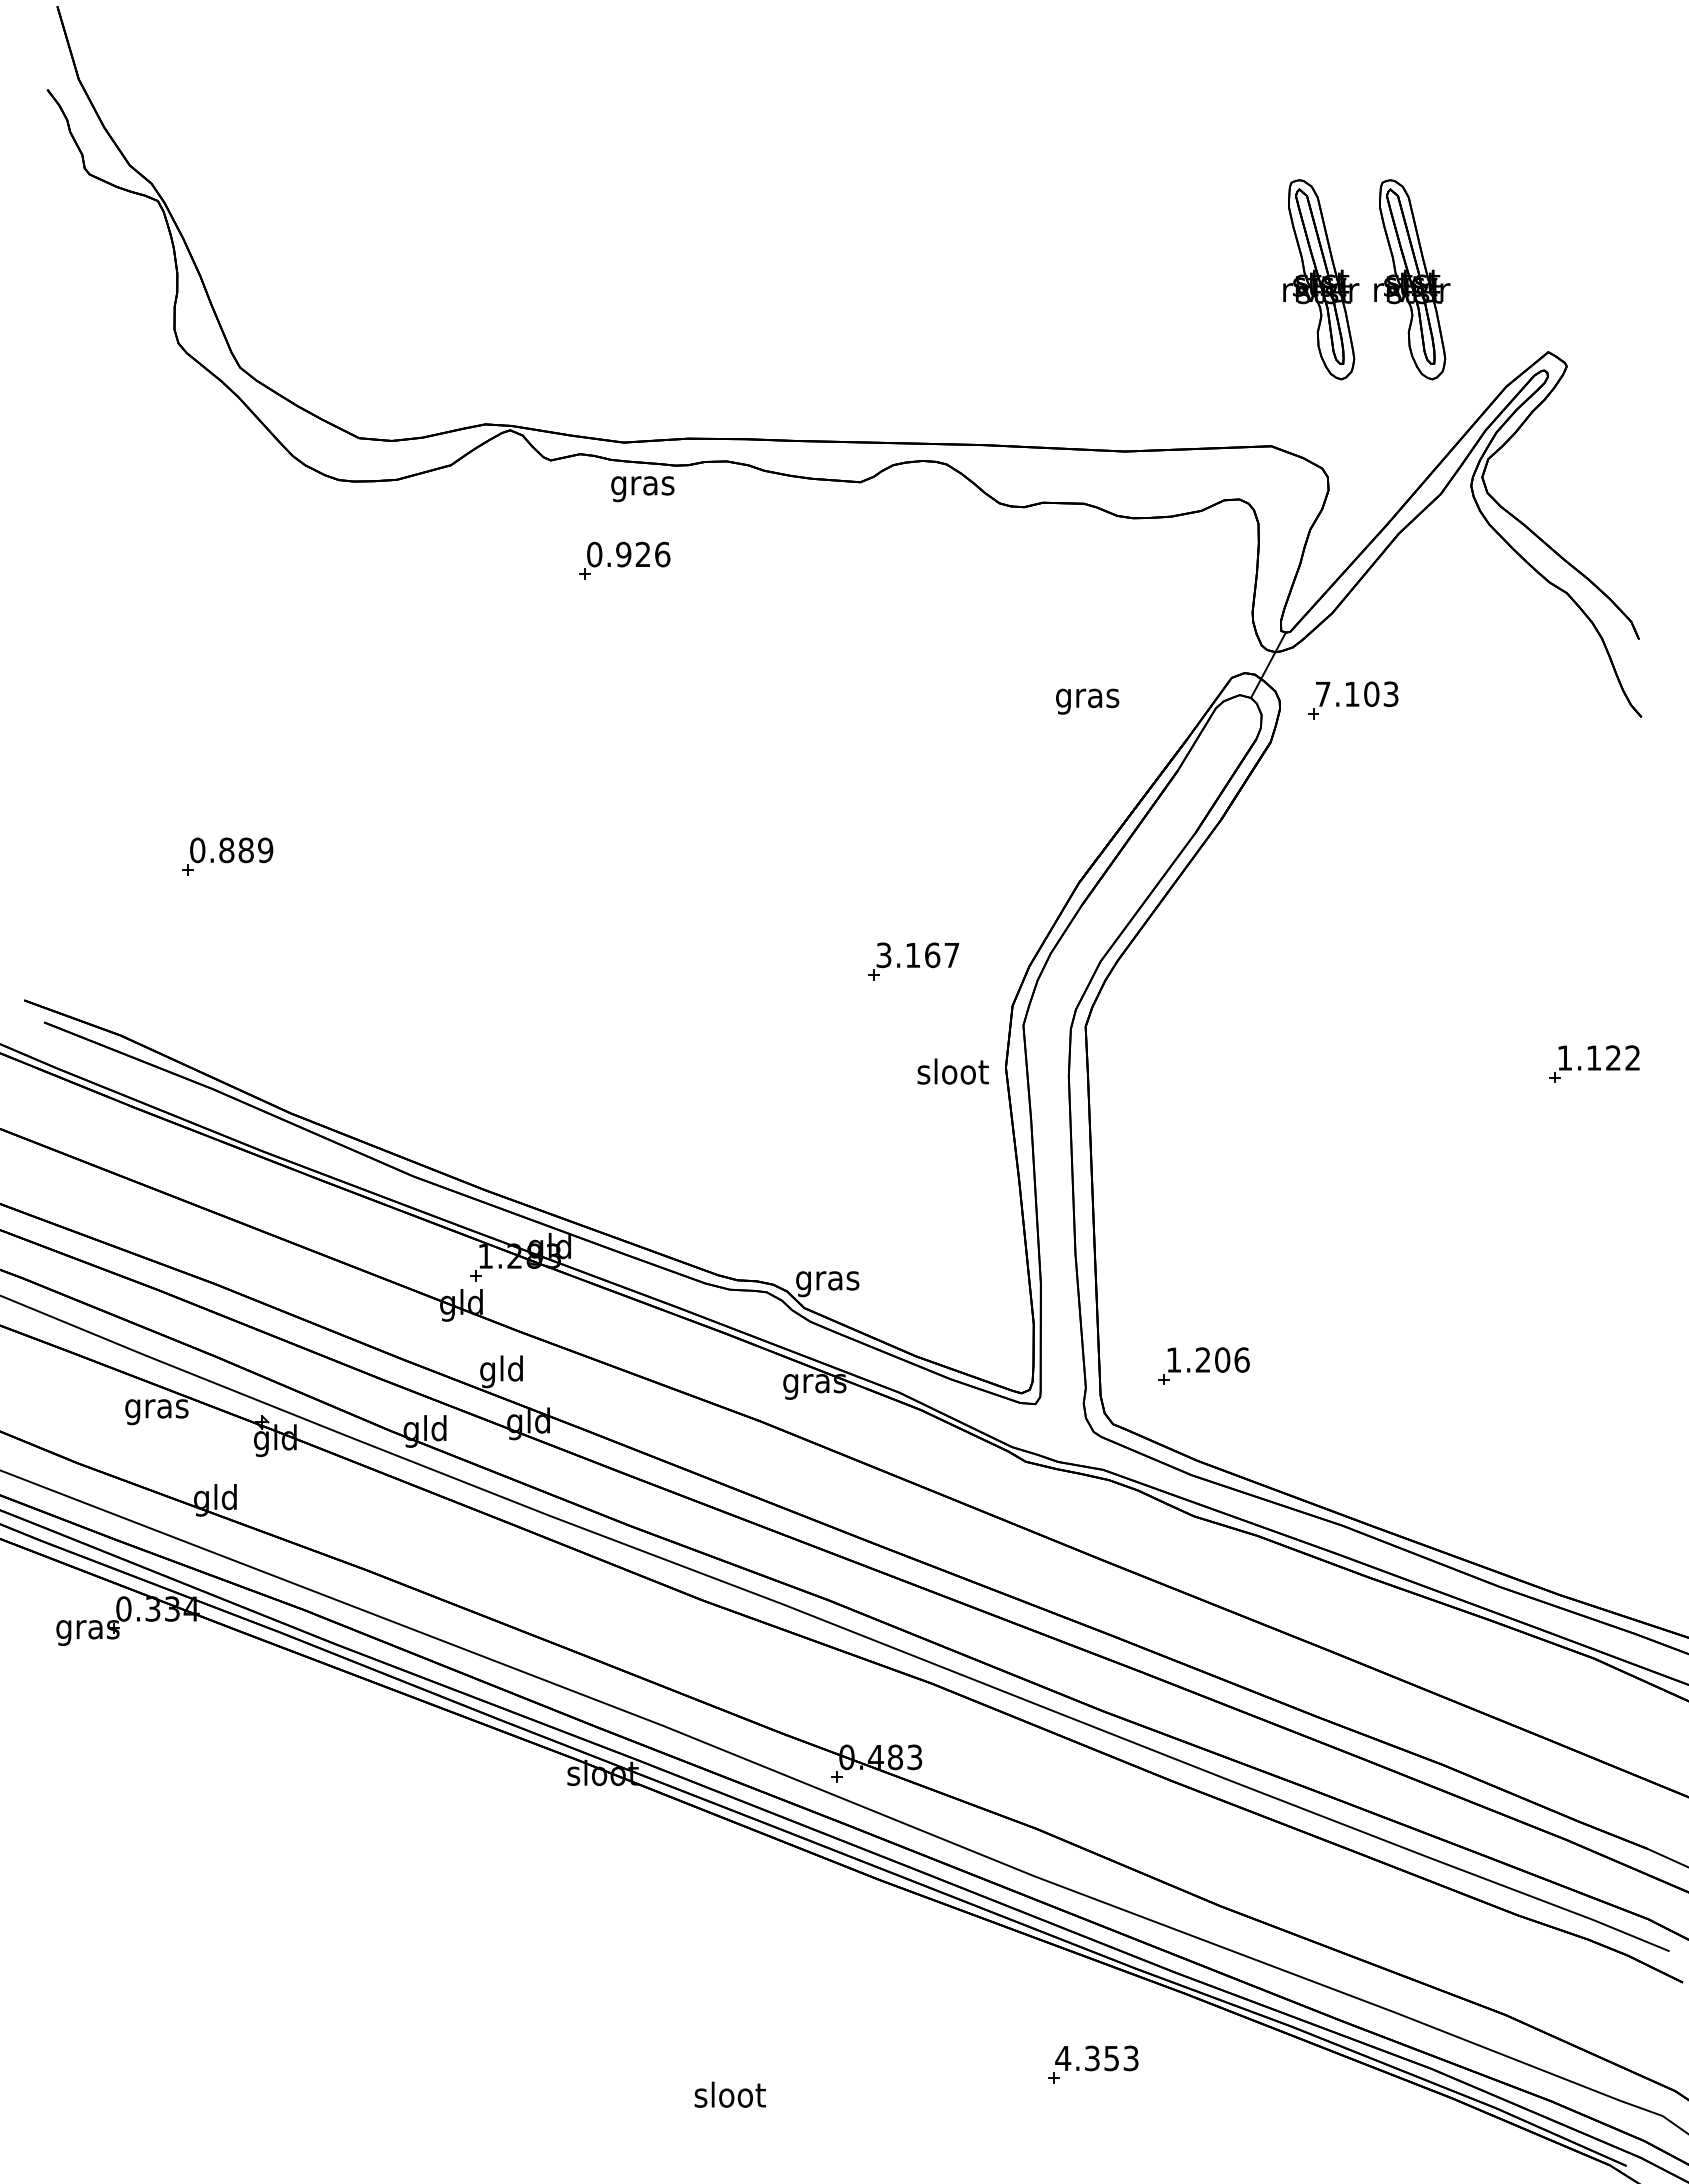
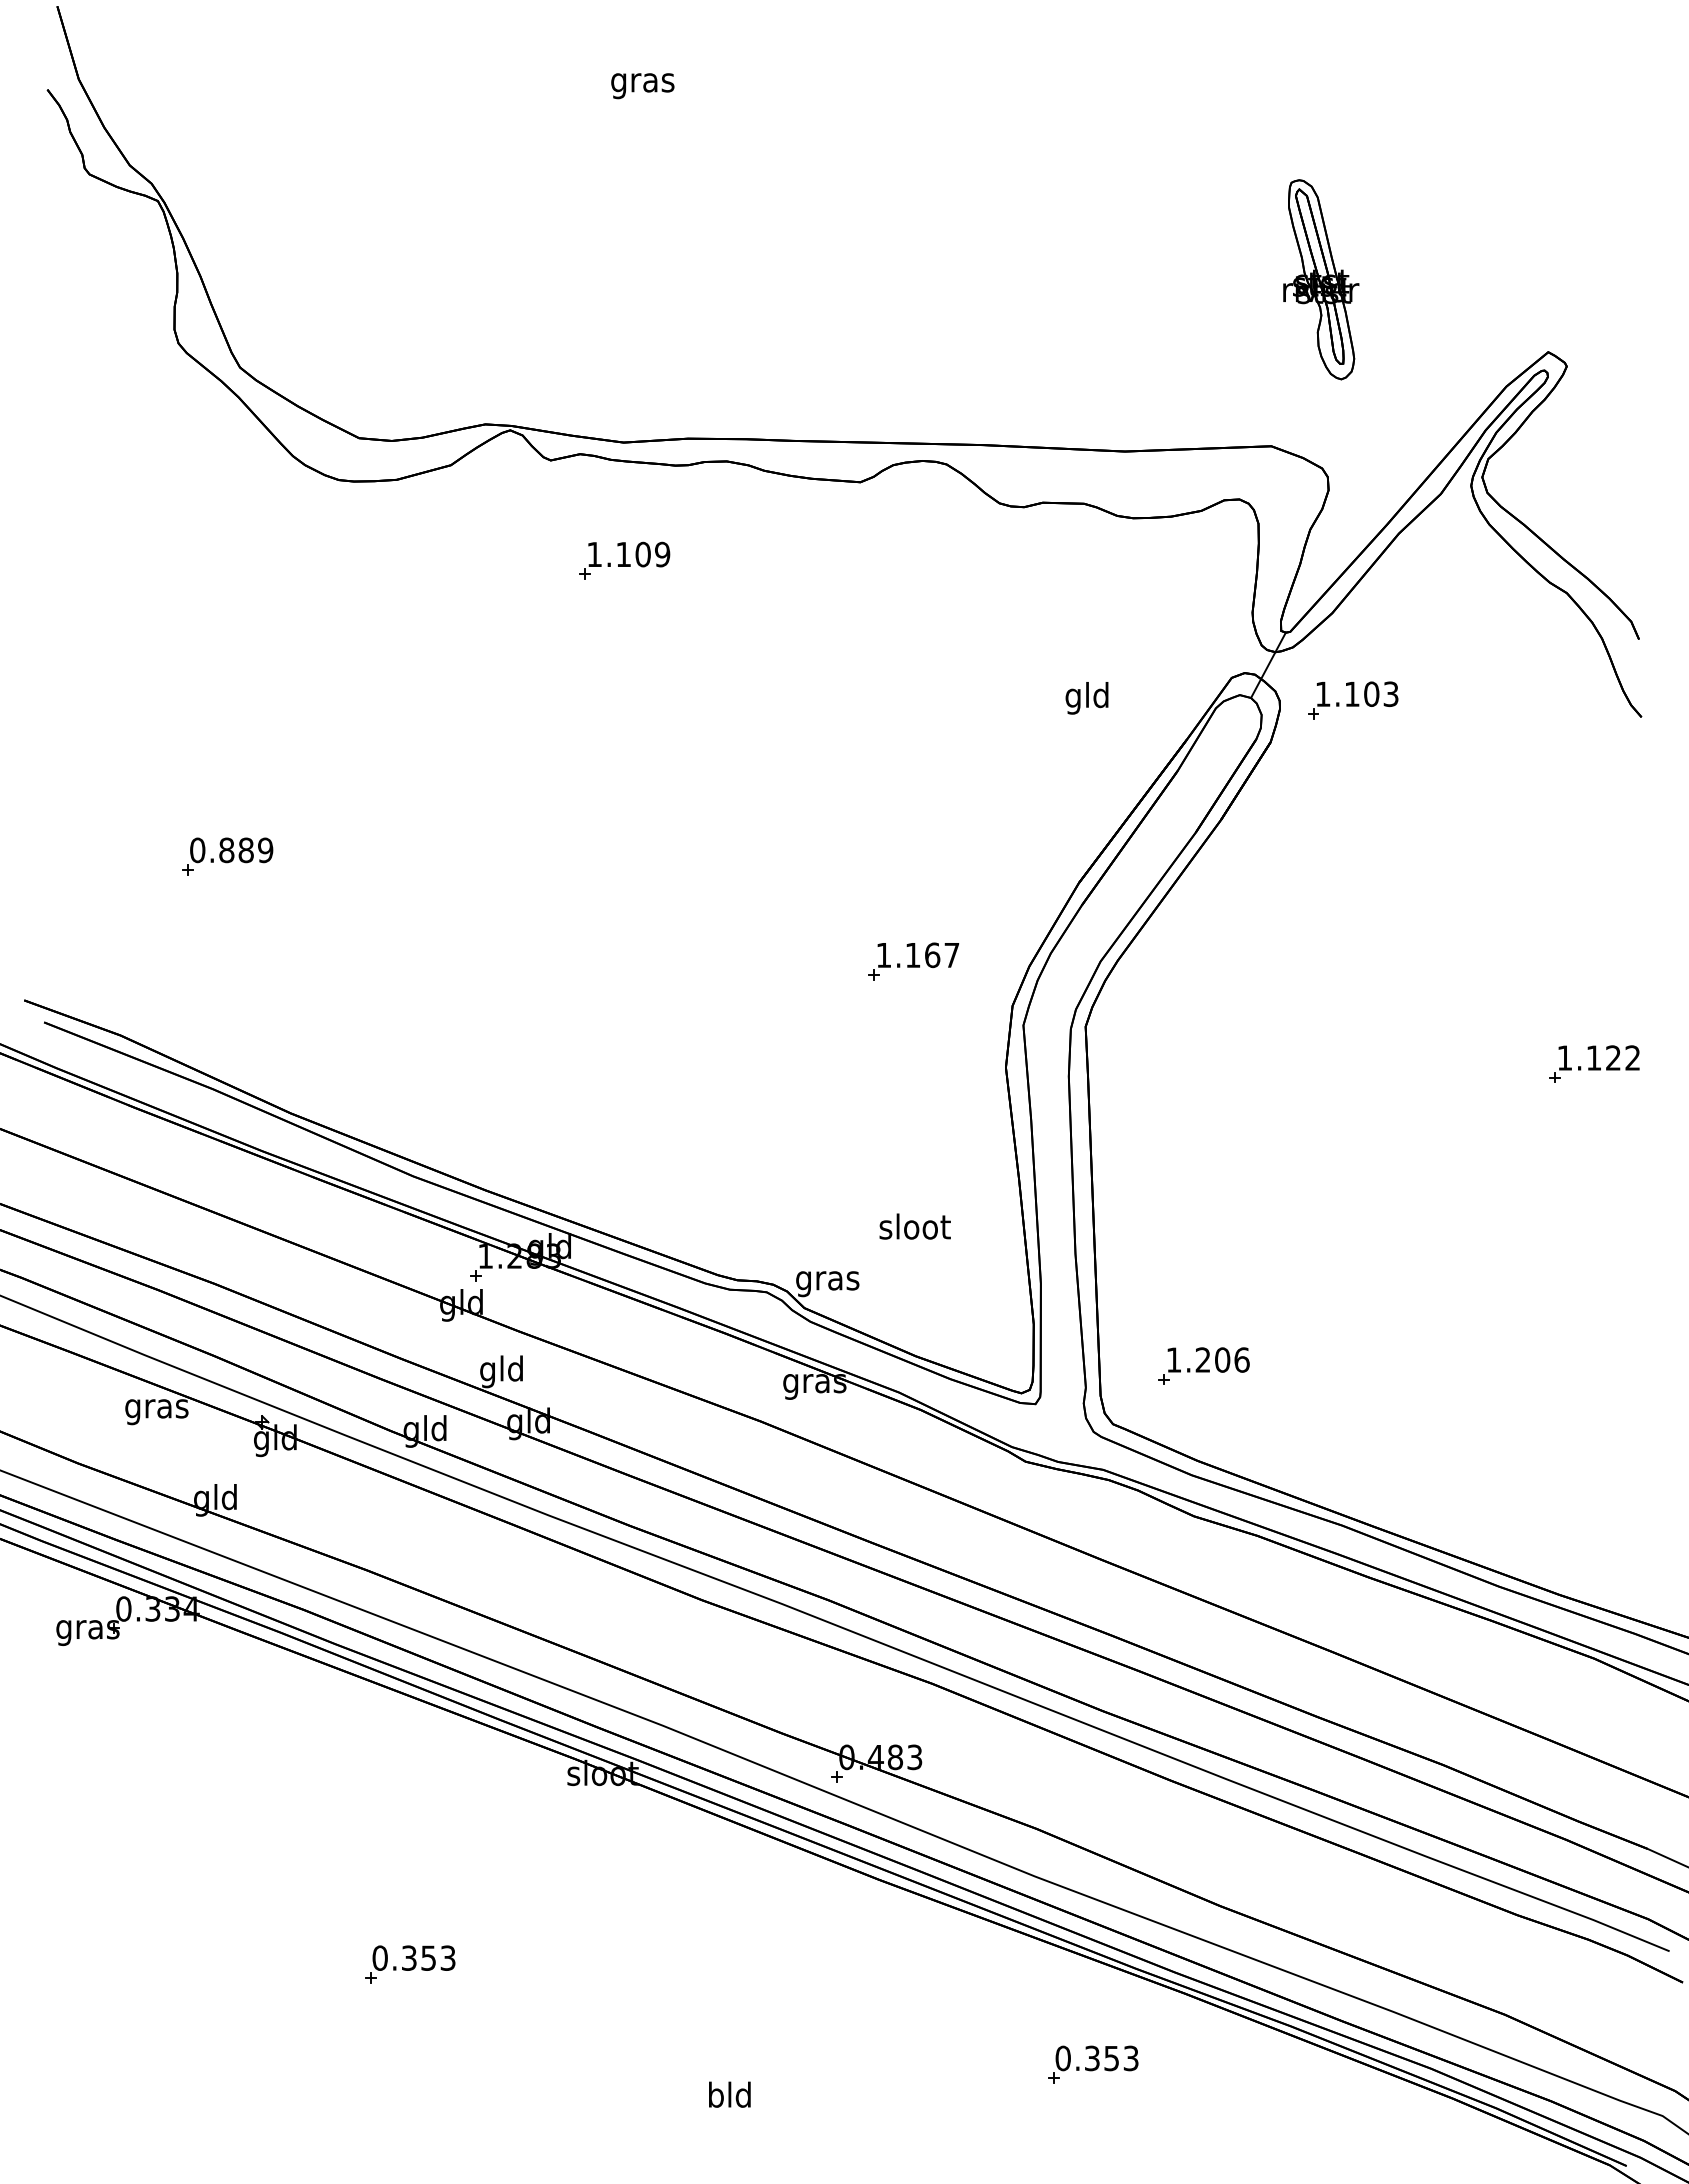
part at (1412, 279): present -> none
text at (642, 489) position: (642, 489) -> (642, 86)
text at (628, 554): 0.926 -> 1.109
text at (1323, 693): 7.103 -> 1.103
text at (1087, 698): gras -> gld
text at (883, 955): 3.167 -> 1.167
text at (952, 1071) position: (952, 1071) -> (914, 1226)
part at (410, 1964): none -> present
text at (1063, 2058): 4.353 -> 0.353
text at (729, 2094): sloot -> bld
